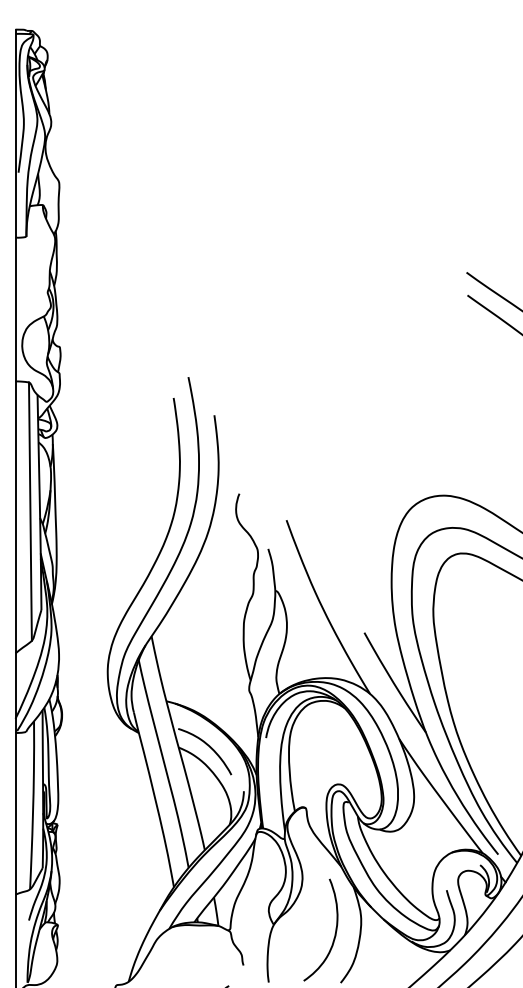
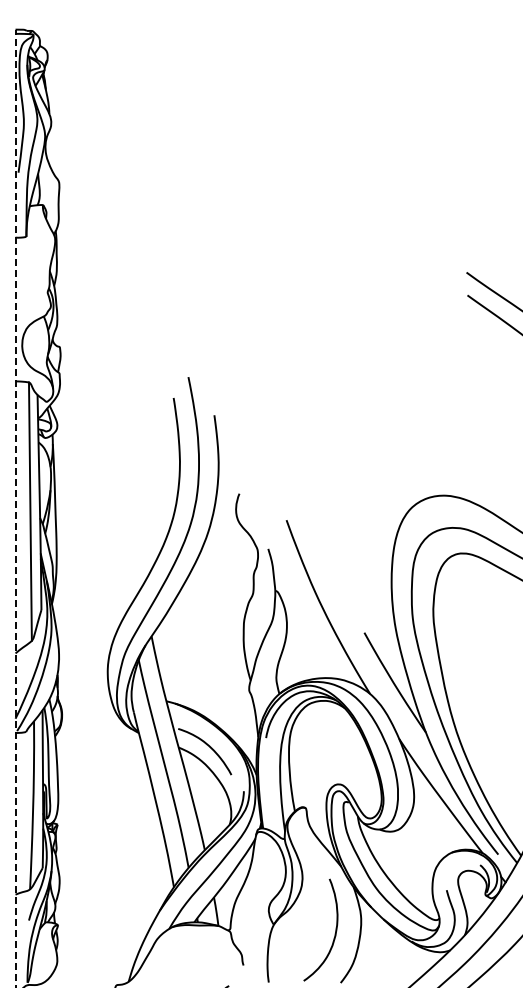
line at (15, 508): solid -> dashed
